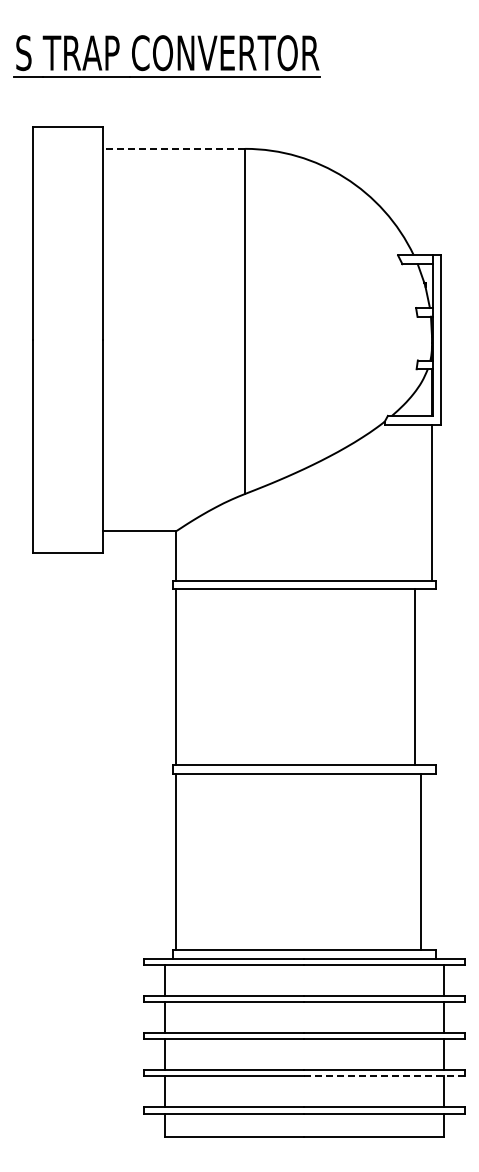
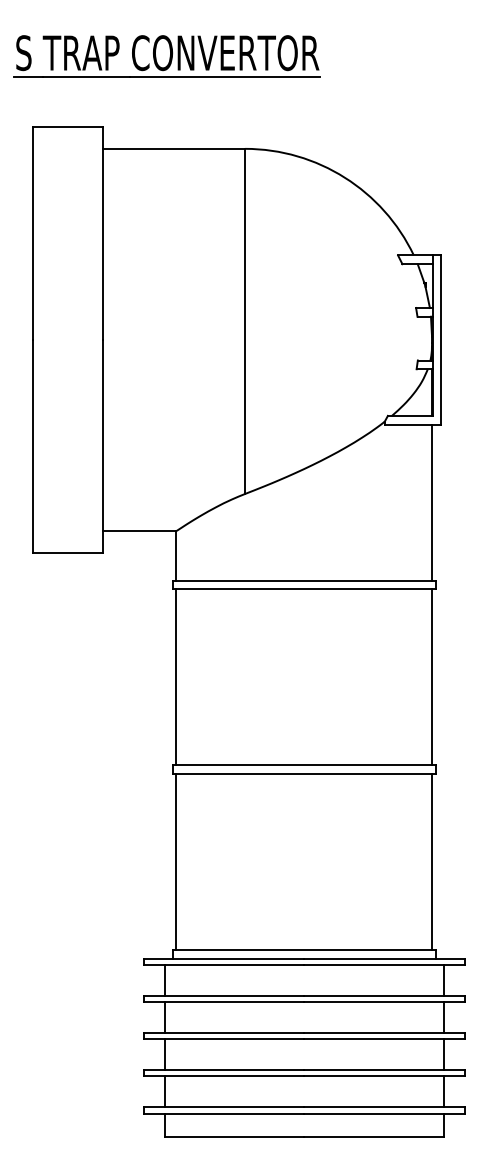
line at (173, 148): dashed -> solid
line at (415, 677) position: (415, 677) -> (432, 677)
line at (421, 862) position: (421, 862) -> (432, 862)
line at (383, 1076): dashed -> solid
